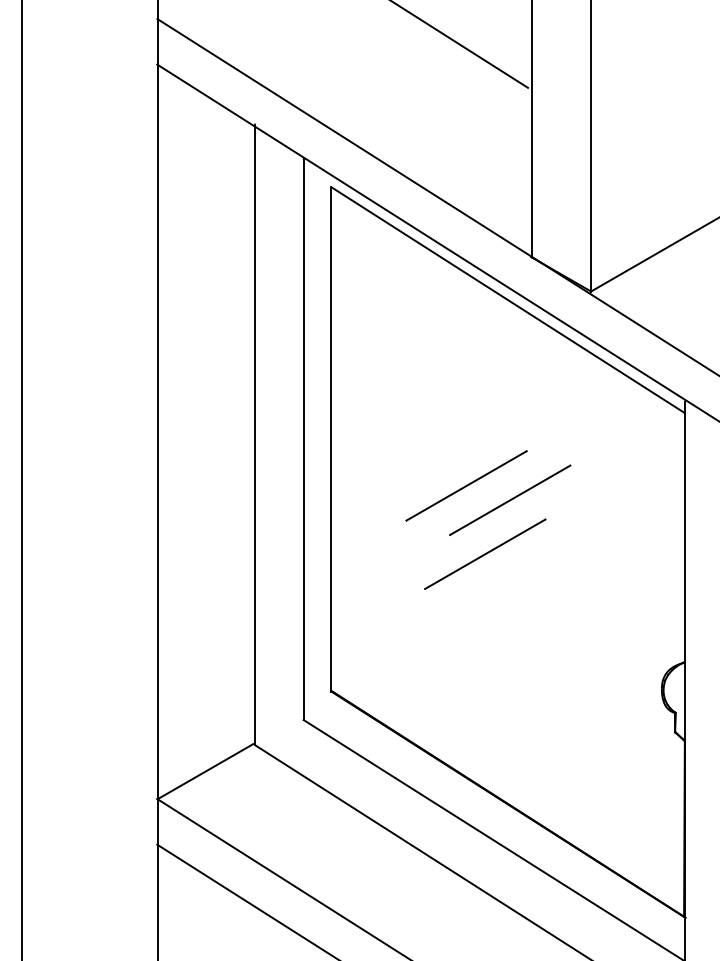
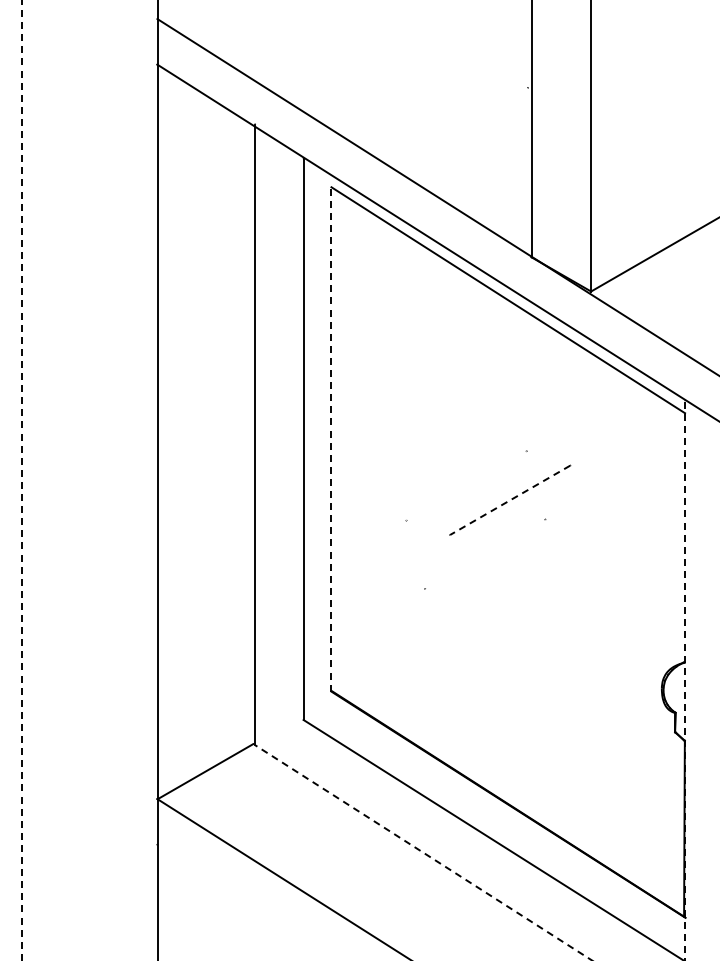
line at (460, 44): present -> none
line at (331, 438): solid -> dashed
line at (21, 480): solid -> dashed
line at (466, 485): present -> none
line at (509, 500): solid -> dashed
line at (485, 553): present -> none
line at (685, 681): solid -> dashed
line at (423, 852): solid -> dashed
line at (246, 900): present -> none
